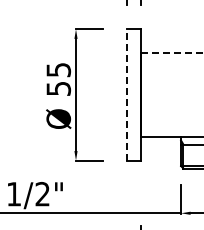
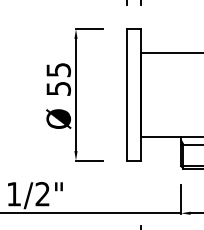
line at (173, 53): dashed -> solid
line at (126, 94): dashed -> solid
